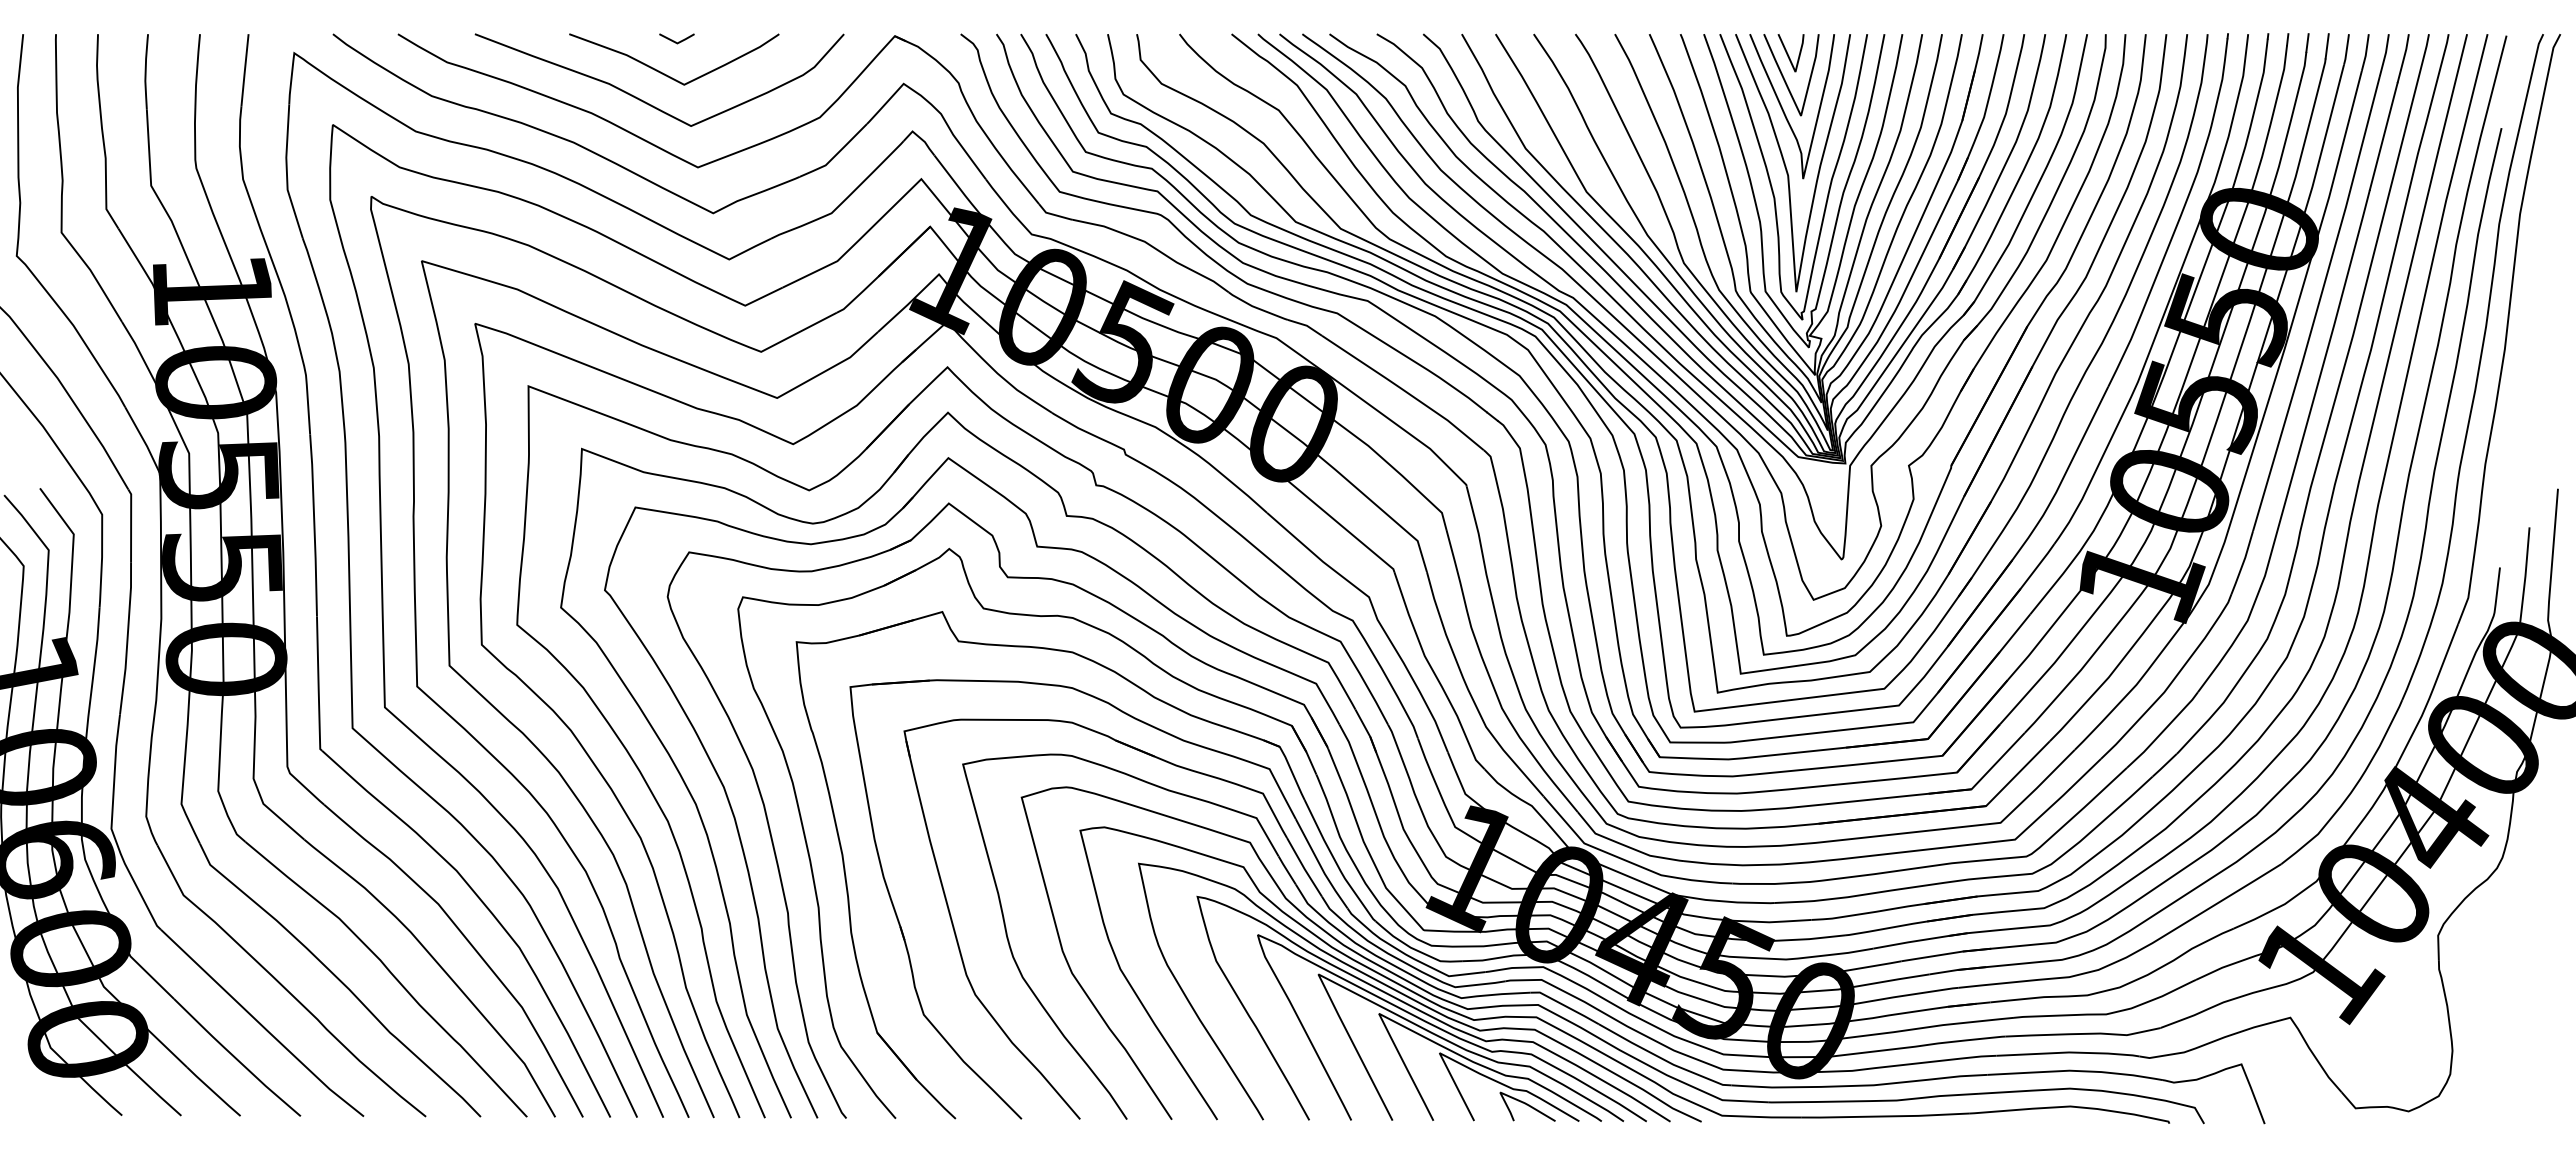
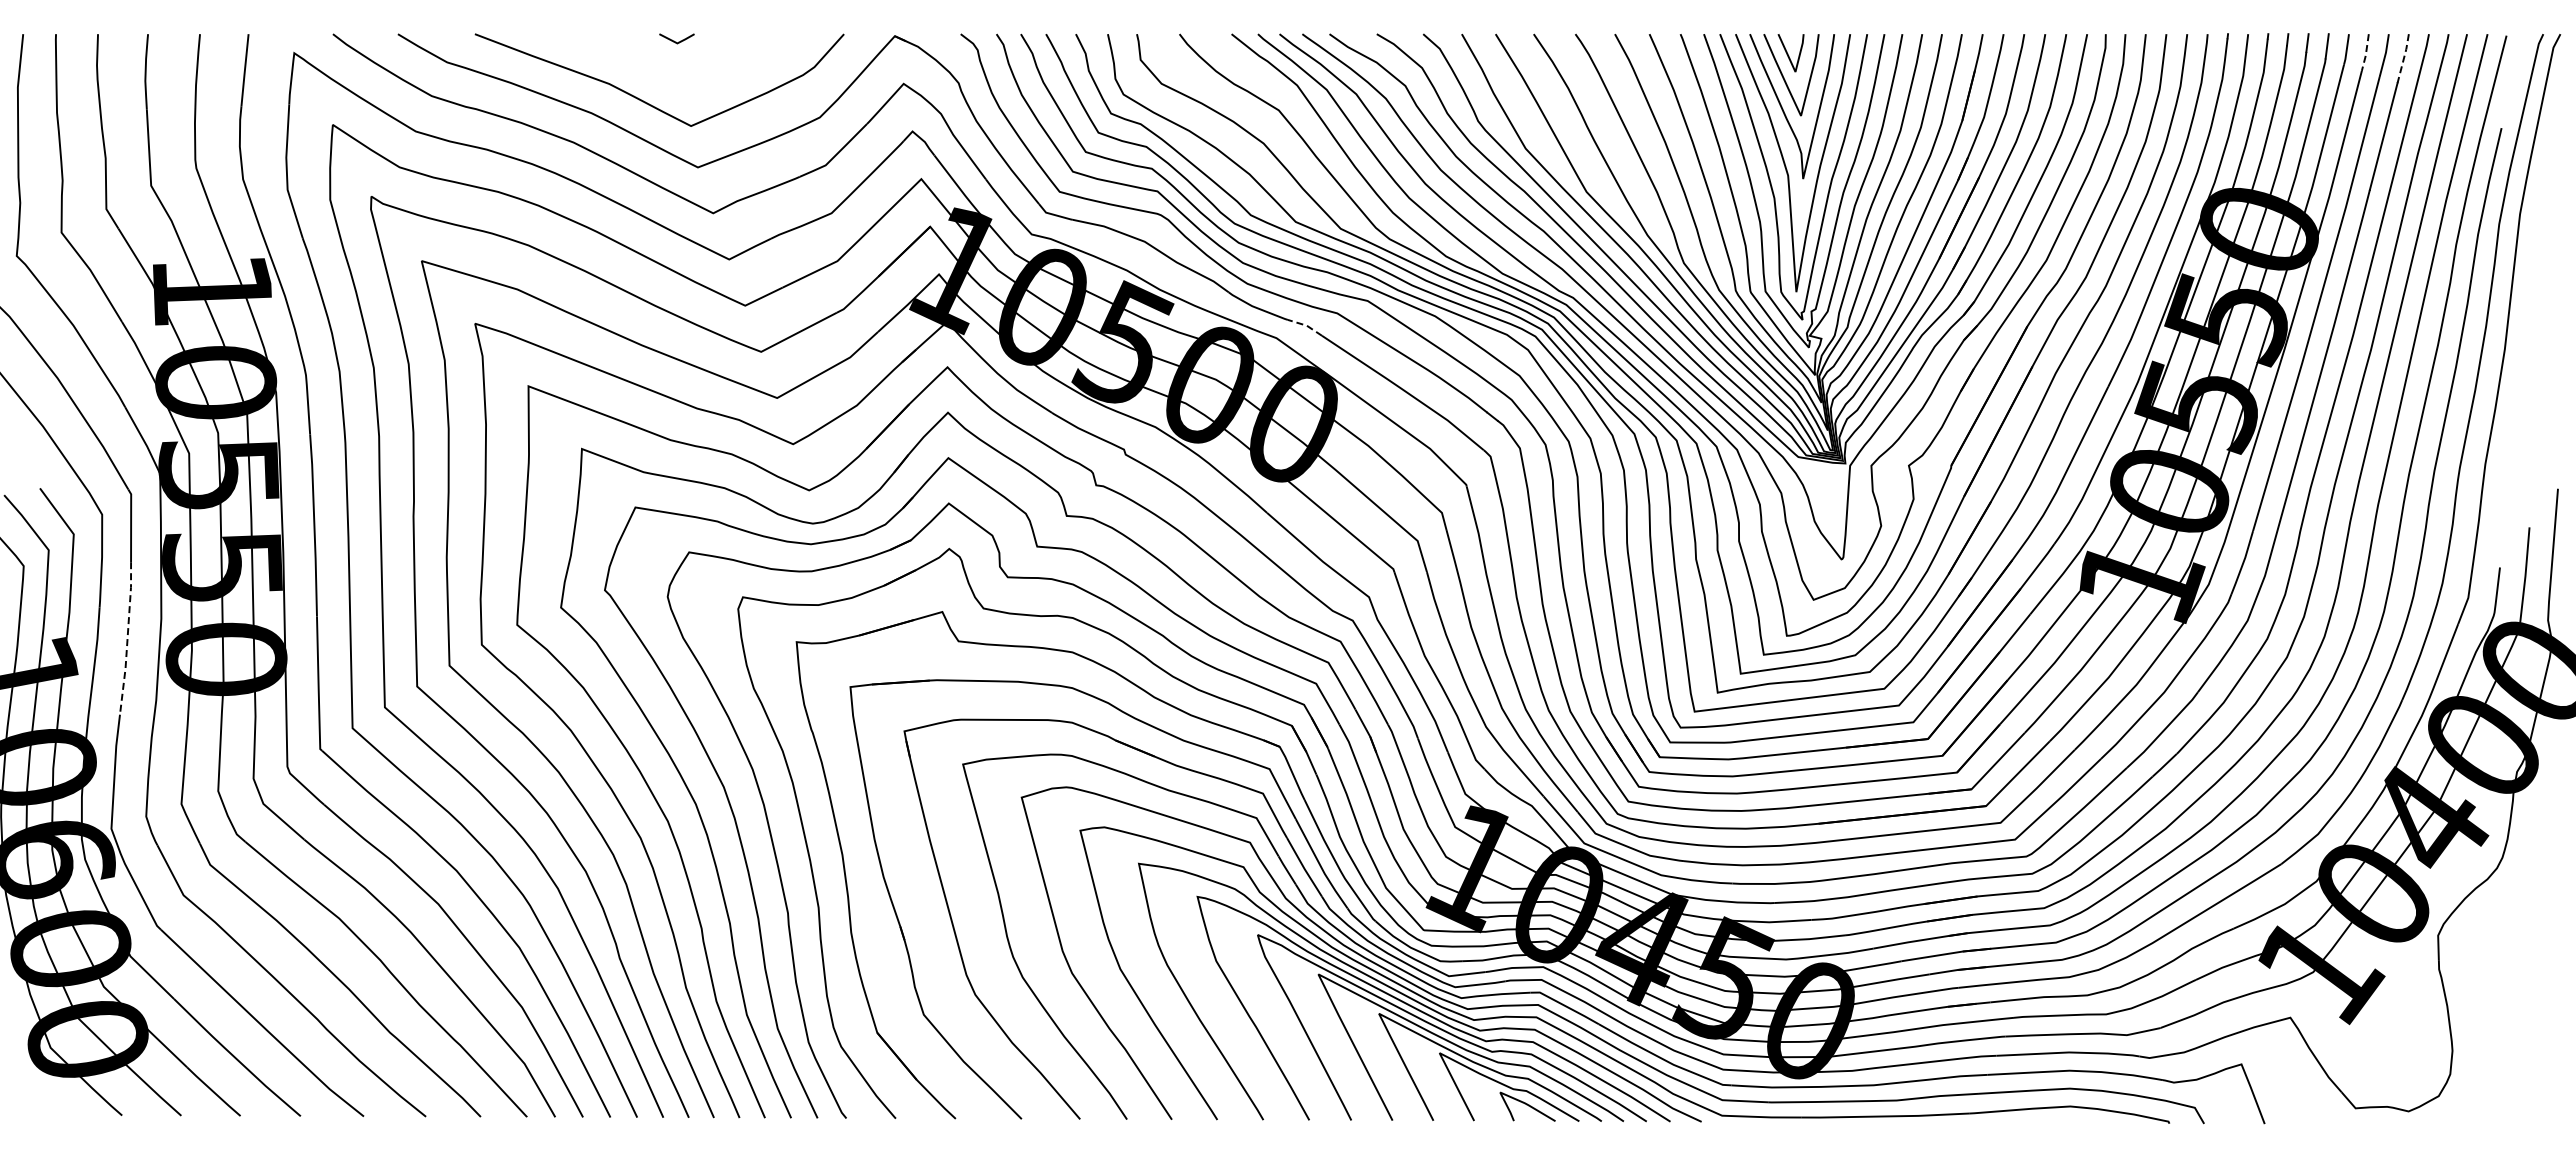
line at (2365, 53): solid -> dashed
line at (2404, 57): solid -> dashed
curve at (666, 74): present -> none
line at (1306, 325): solid -> dashed
line at (127, 638): solid -> dashed
